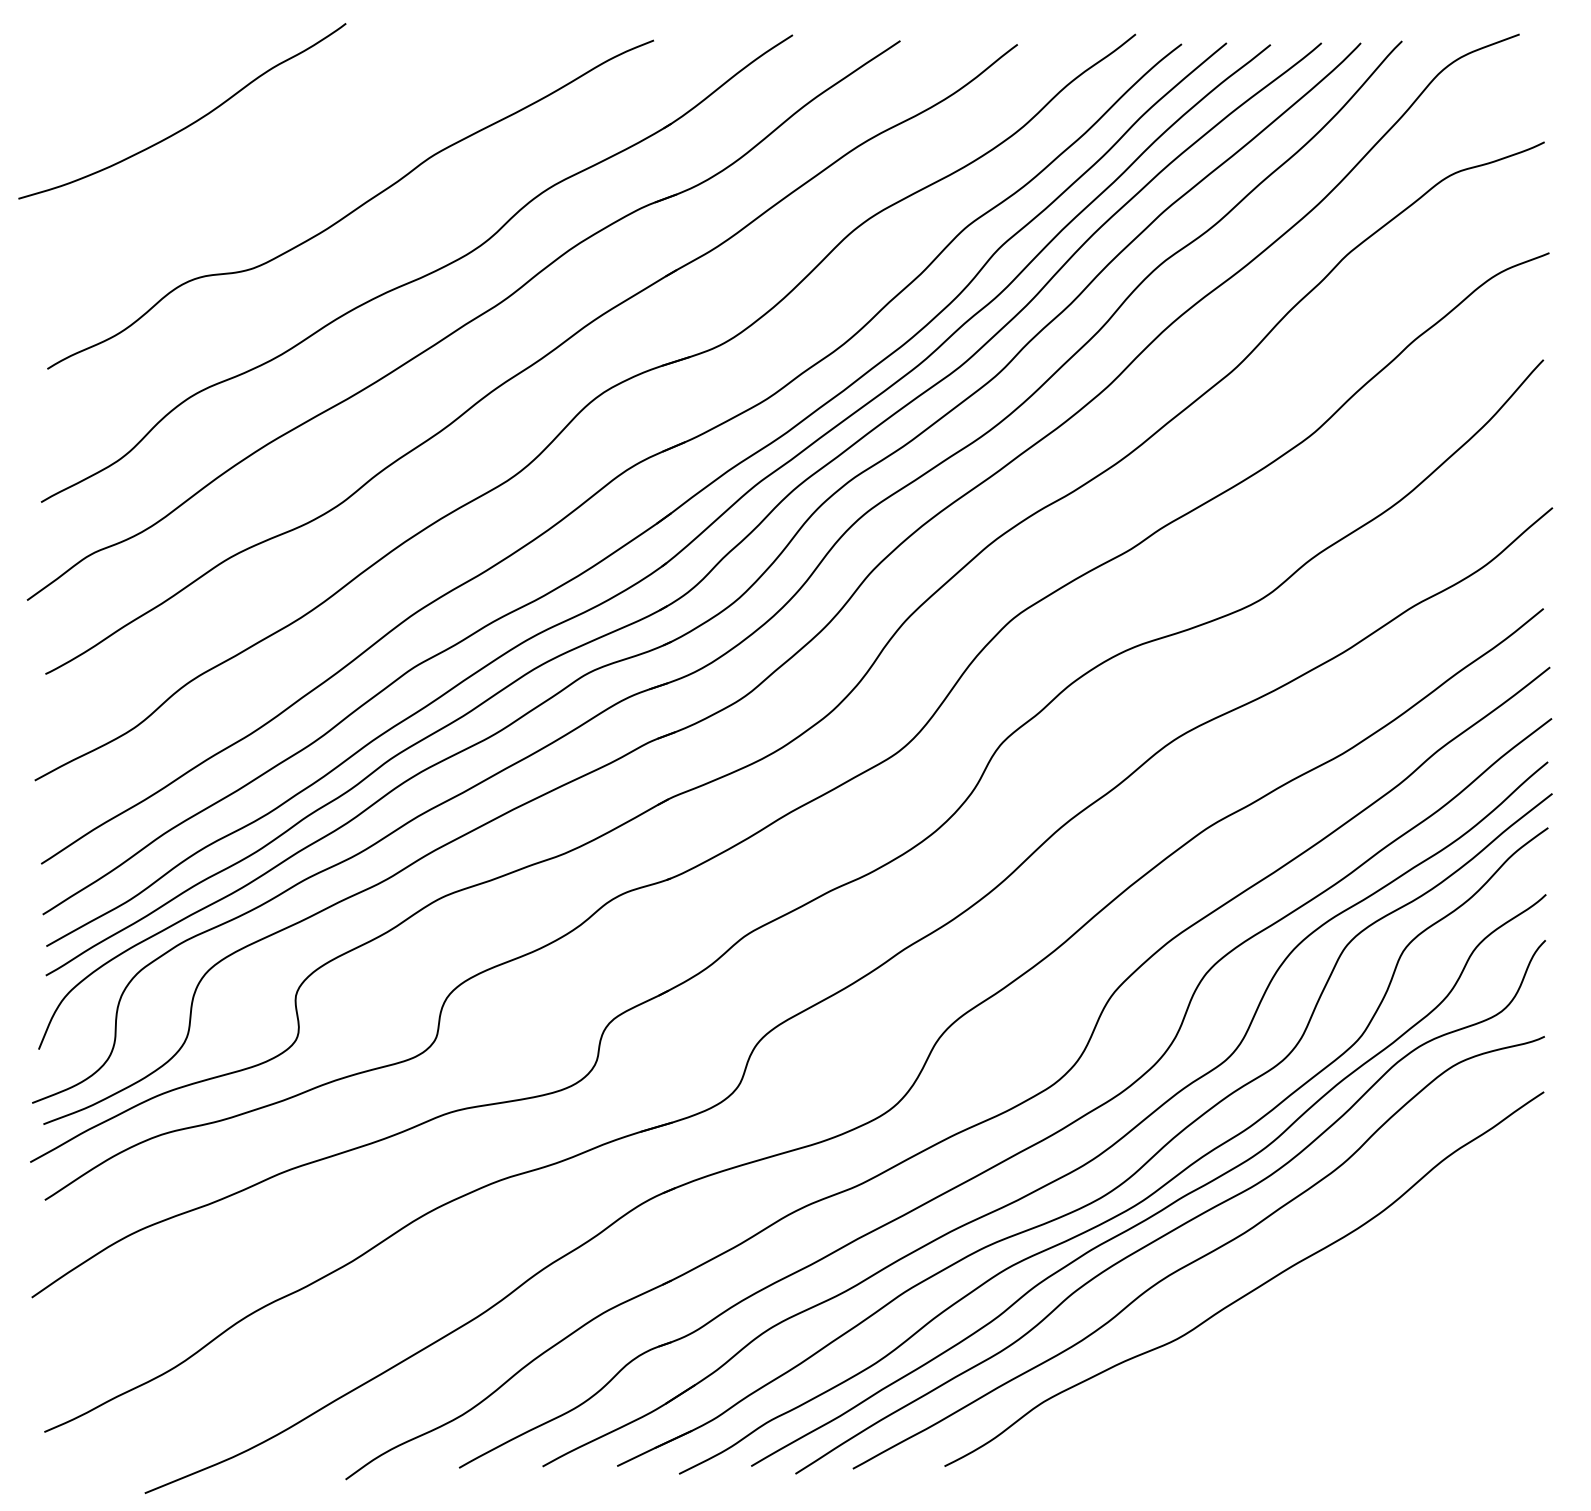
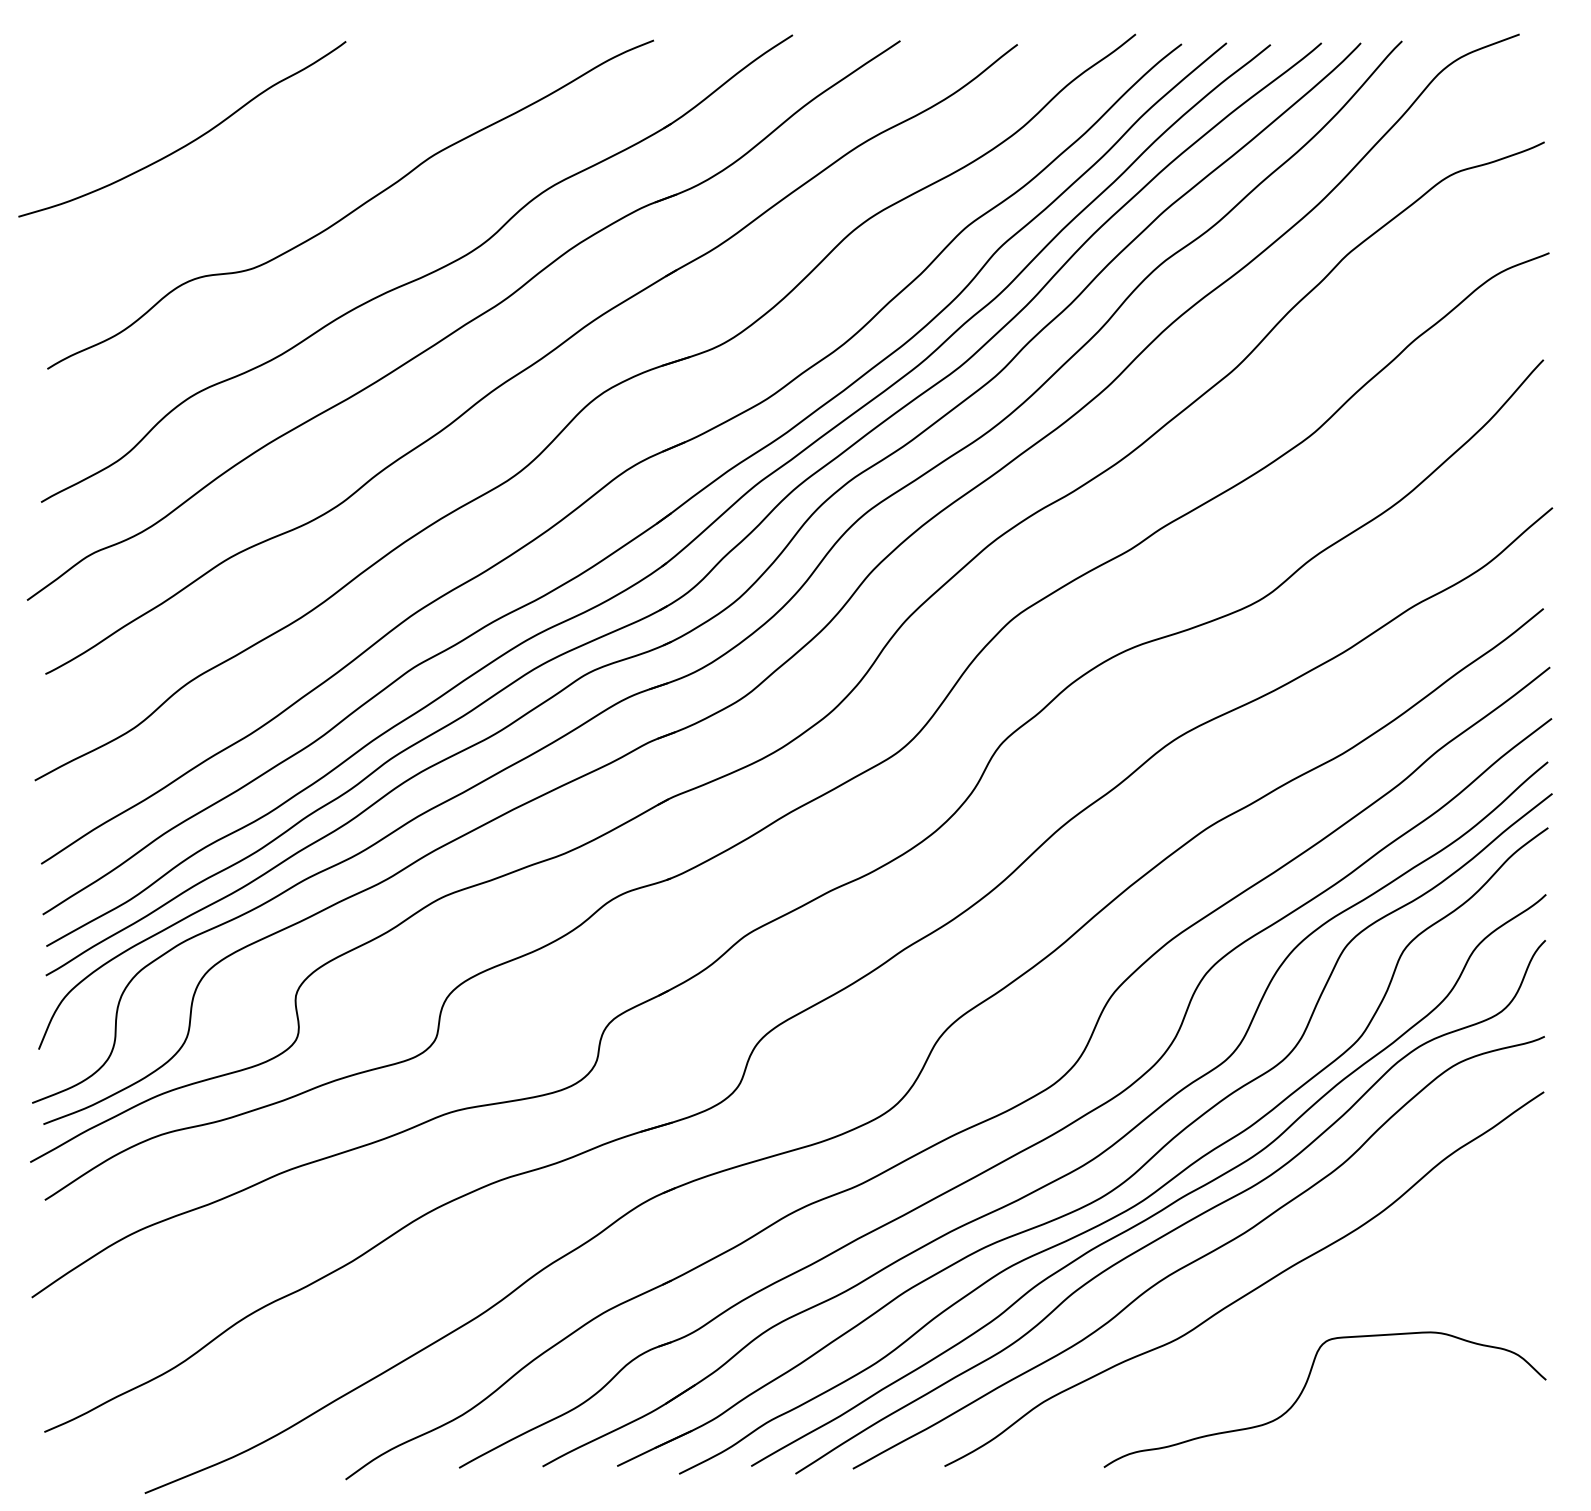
curve at (190, 123) position: (190, 123) -> (190, 141)
curve at (1304, 1389): none -> present
